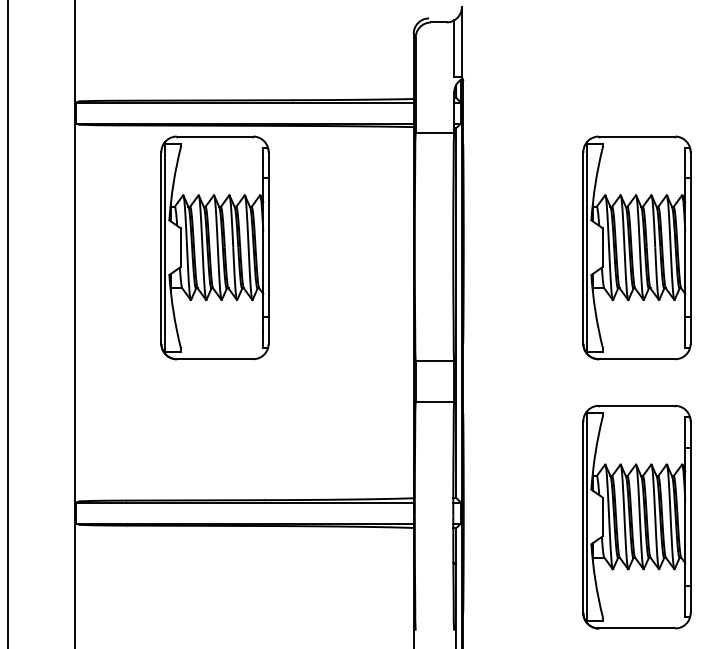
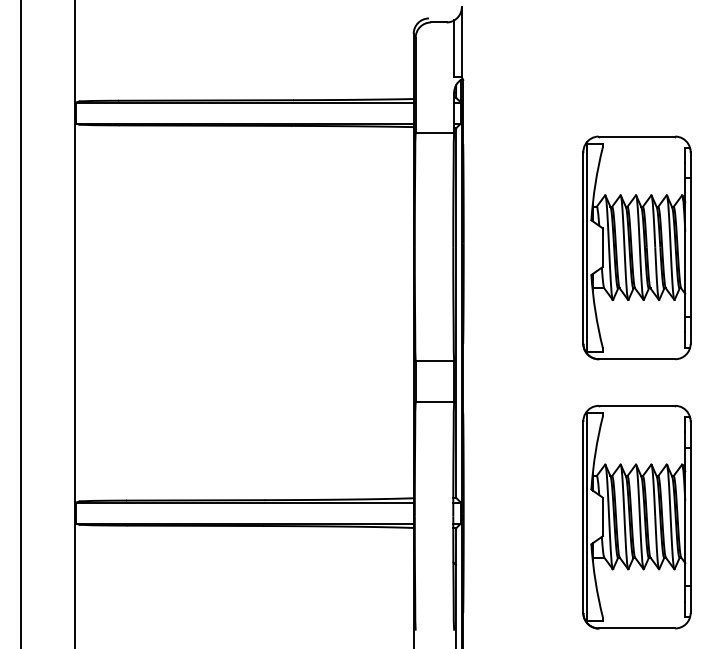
part at (214, 247): present -> none
line at (8, 323) position: (8, 323) -> (21, 323)
